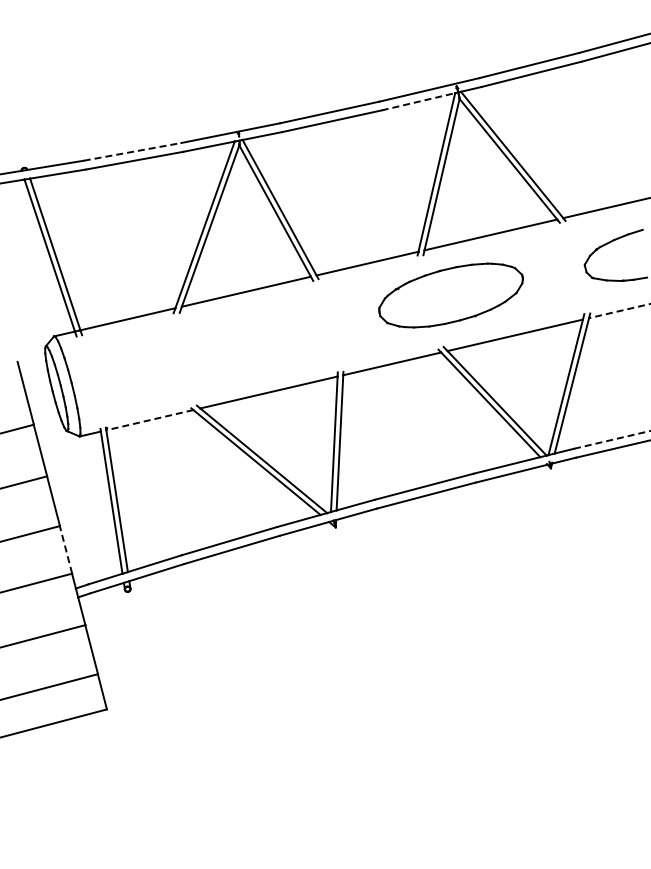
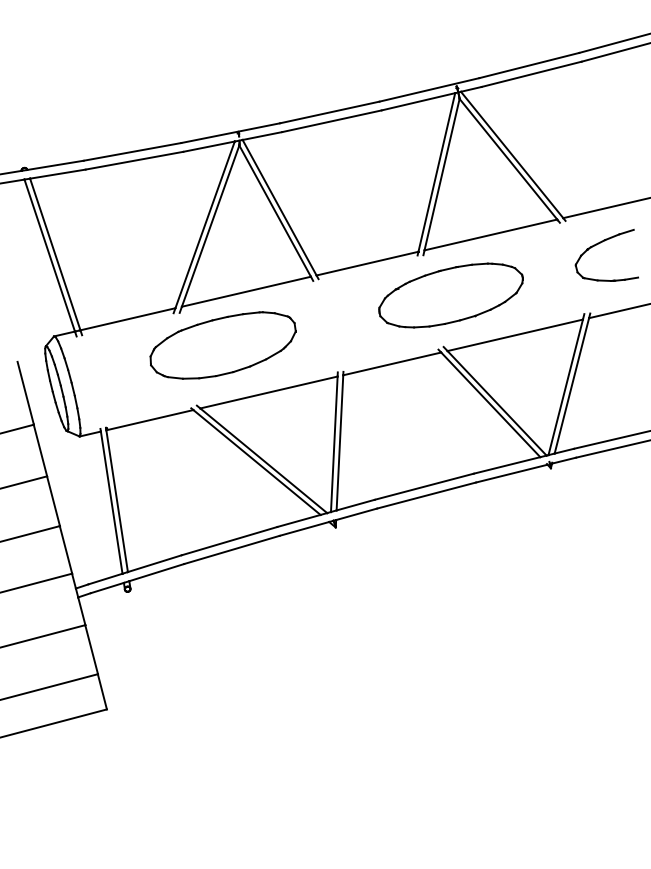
line at (418, 101): dashed -> solid
line at (132, 151): dashed -> solid
part at (609, 243) position: (609, 243) -> (600, 243)
line at (619, 311): dashed -> solid
part at (222, 345): none -> present
line at (149, 420): dashed -> solid
line at (612, 439): dashed -> solid
line at (66, 549): dashed -> solid
